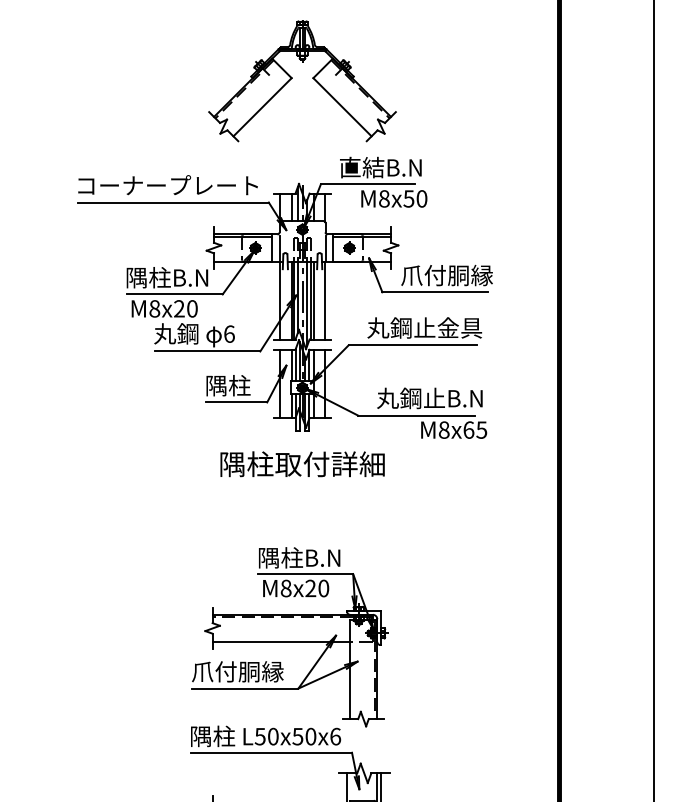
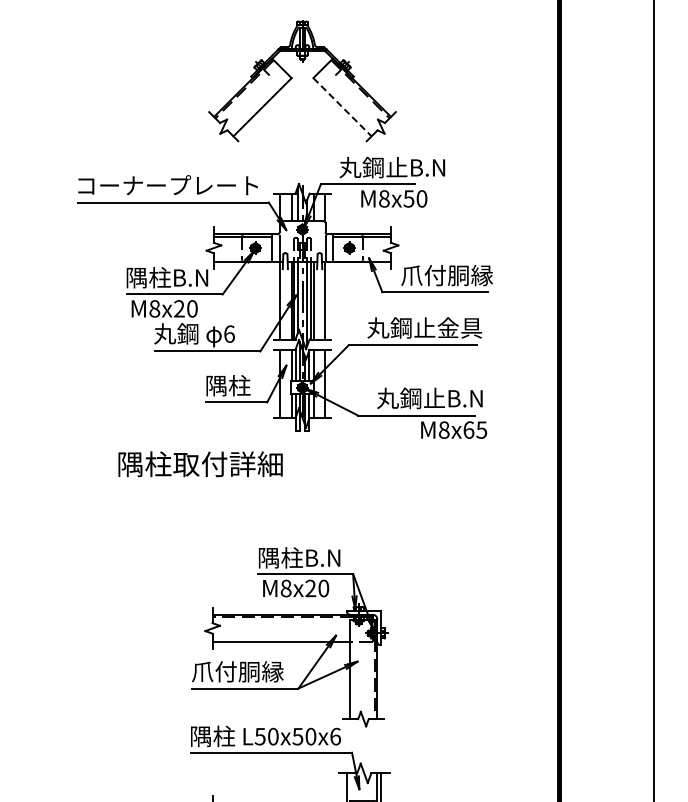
line at (342, 107): solid -> dashed
text at (392, 167): 直結B.N -> 丸鋼止B.N
text at (302, 464) position: (302, 464) -> (200, 464)
